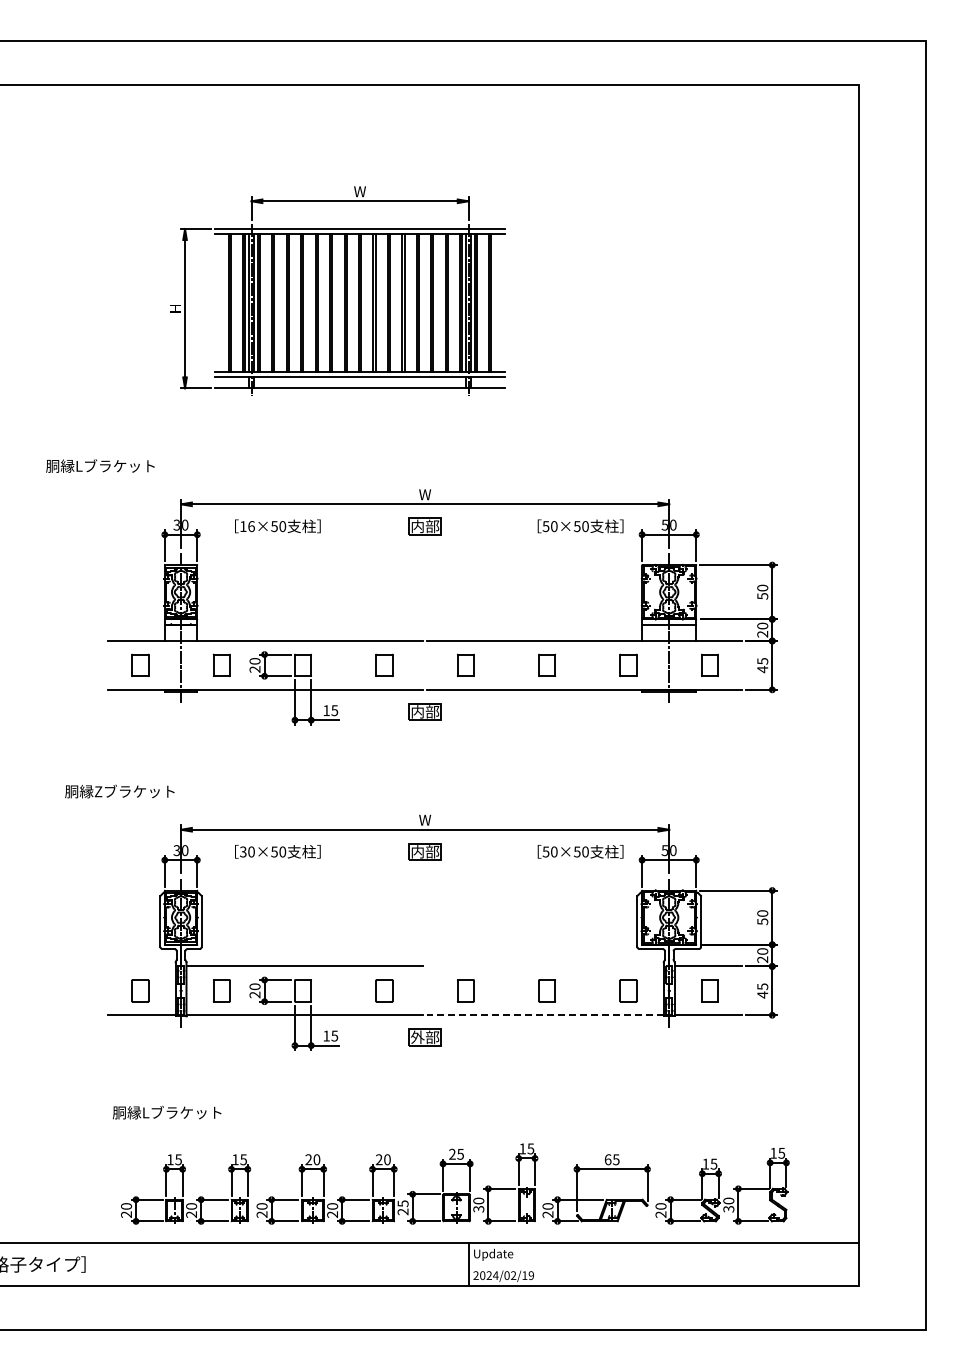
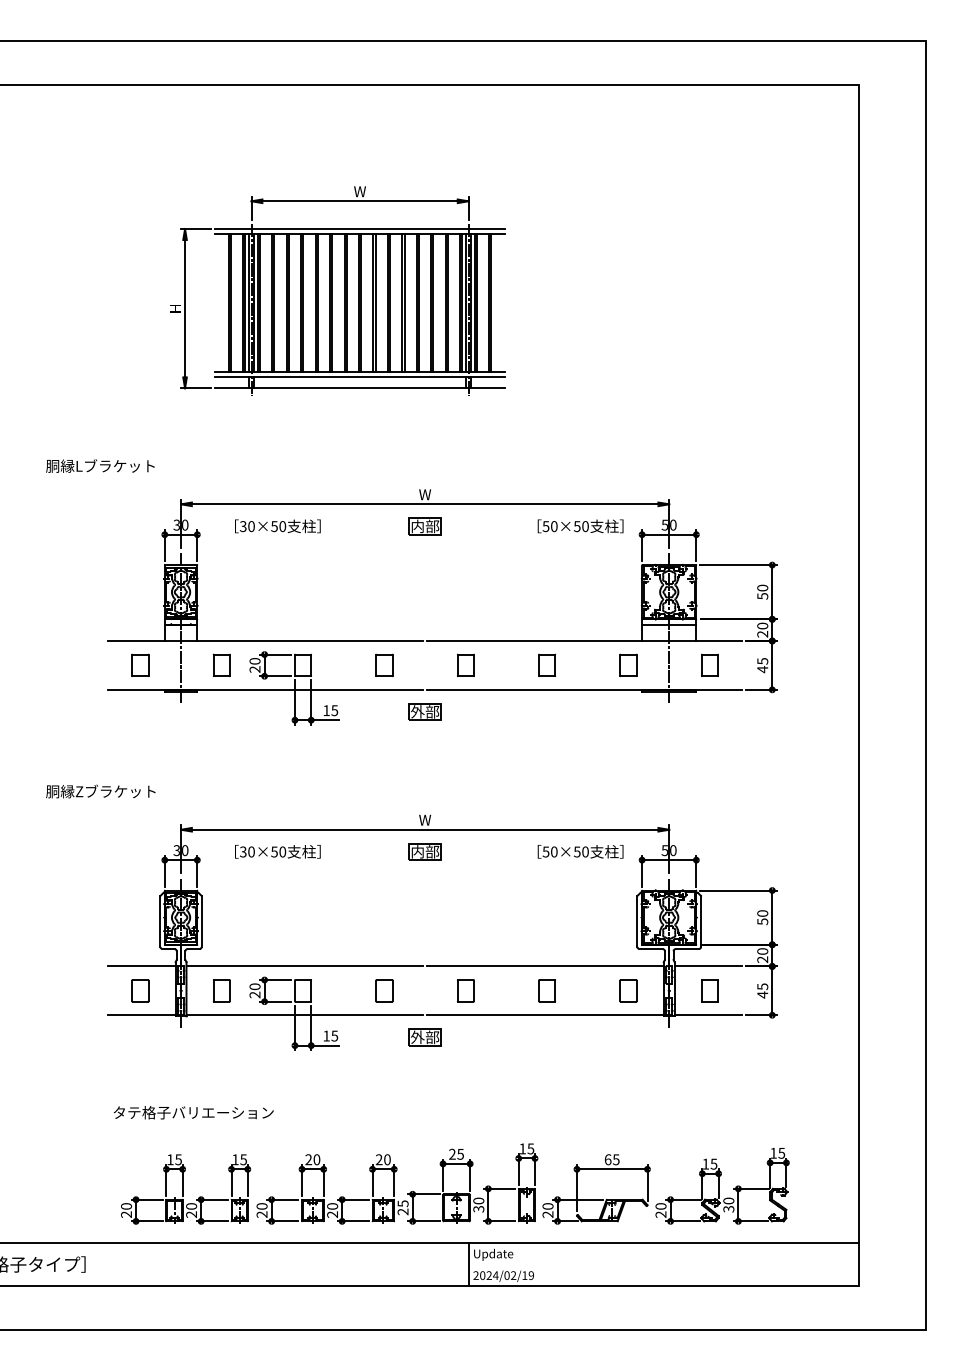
text at (246, 526): 16×50 -> 30×50
text at (417, 711): 内部 -> 外部
text at (119, 791) position: (119, 791) -> (100, 791)
line at (141, 966): none -> present
line at (545, 966): none -> present
line at (545, 1015): dashed -> solid
text at (192, 1112): 胴縁Lブラケット -> タテ格子バリエーション
